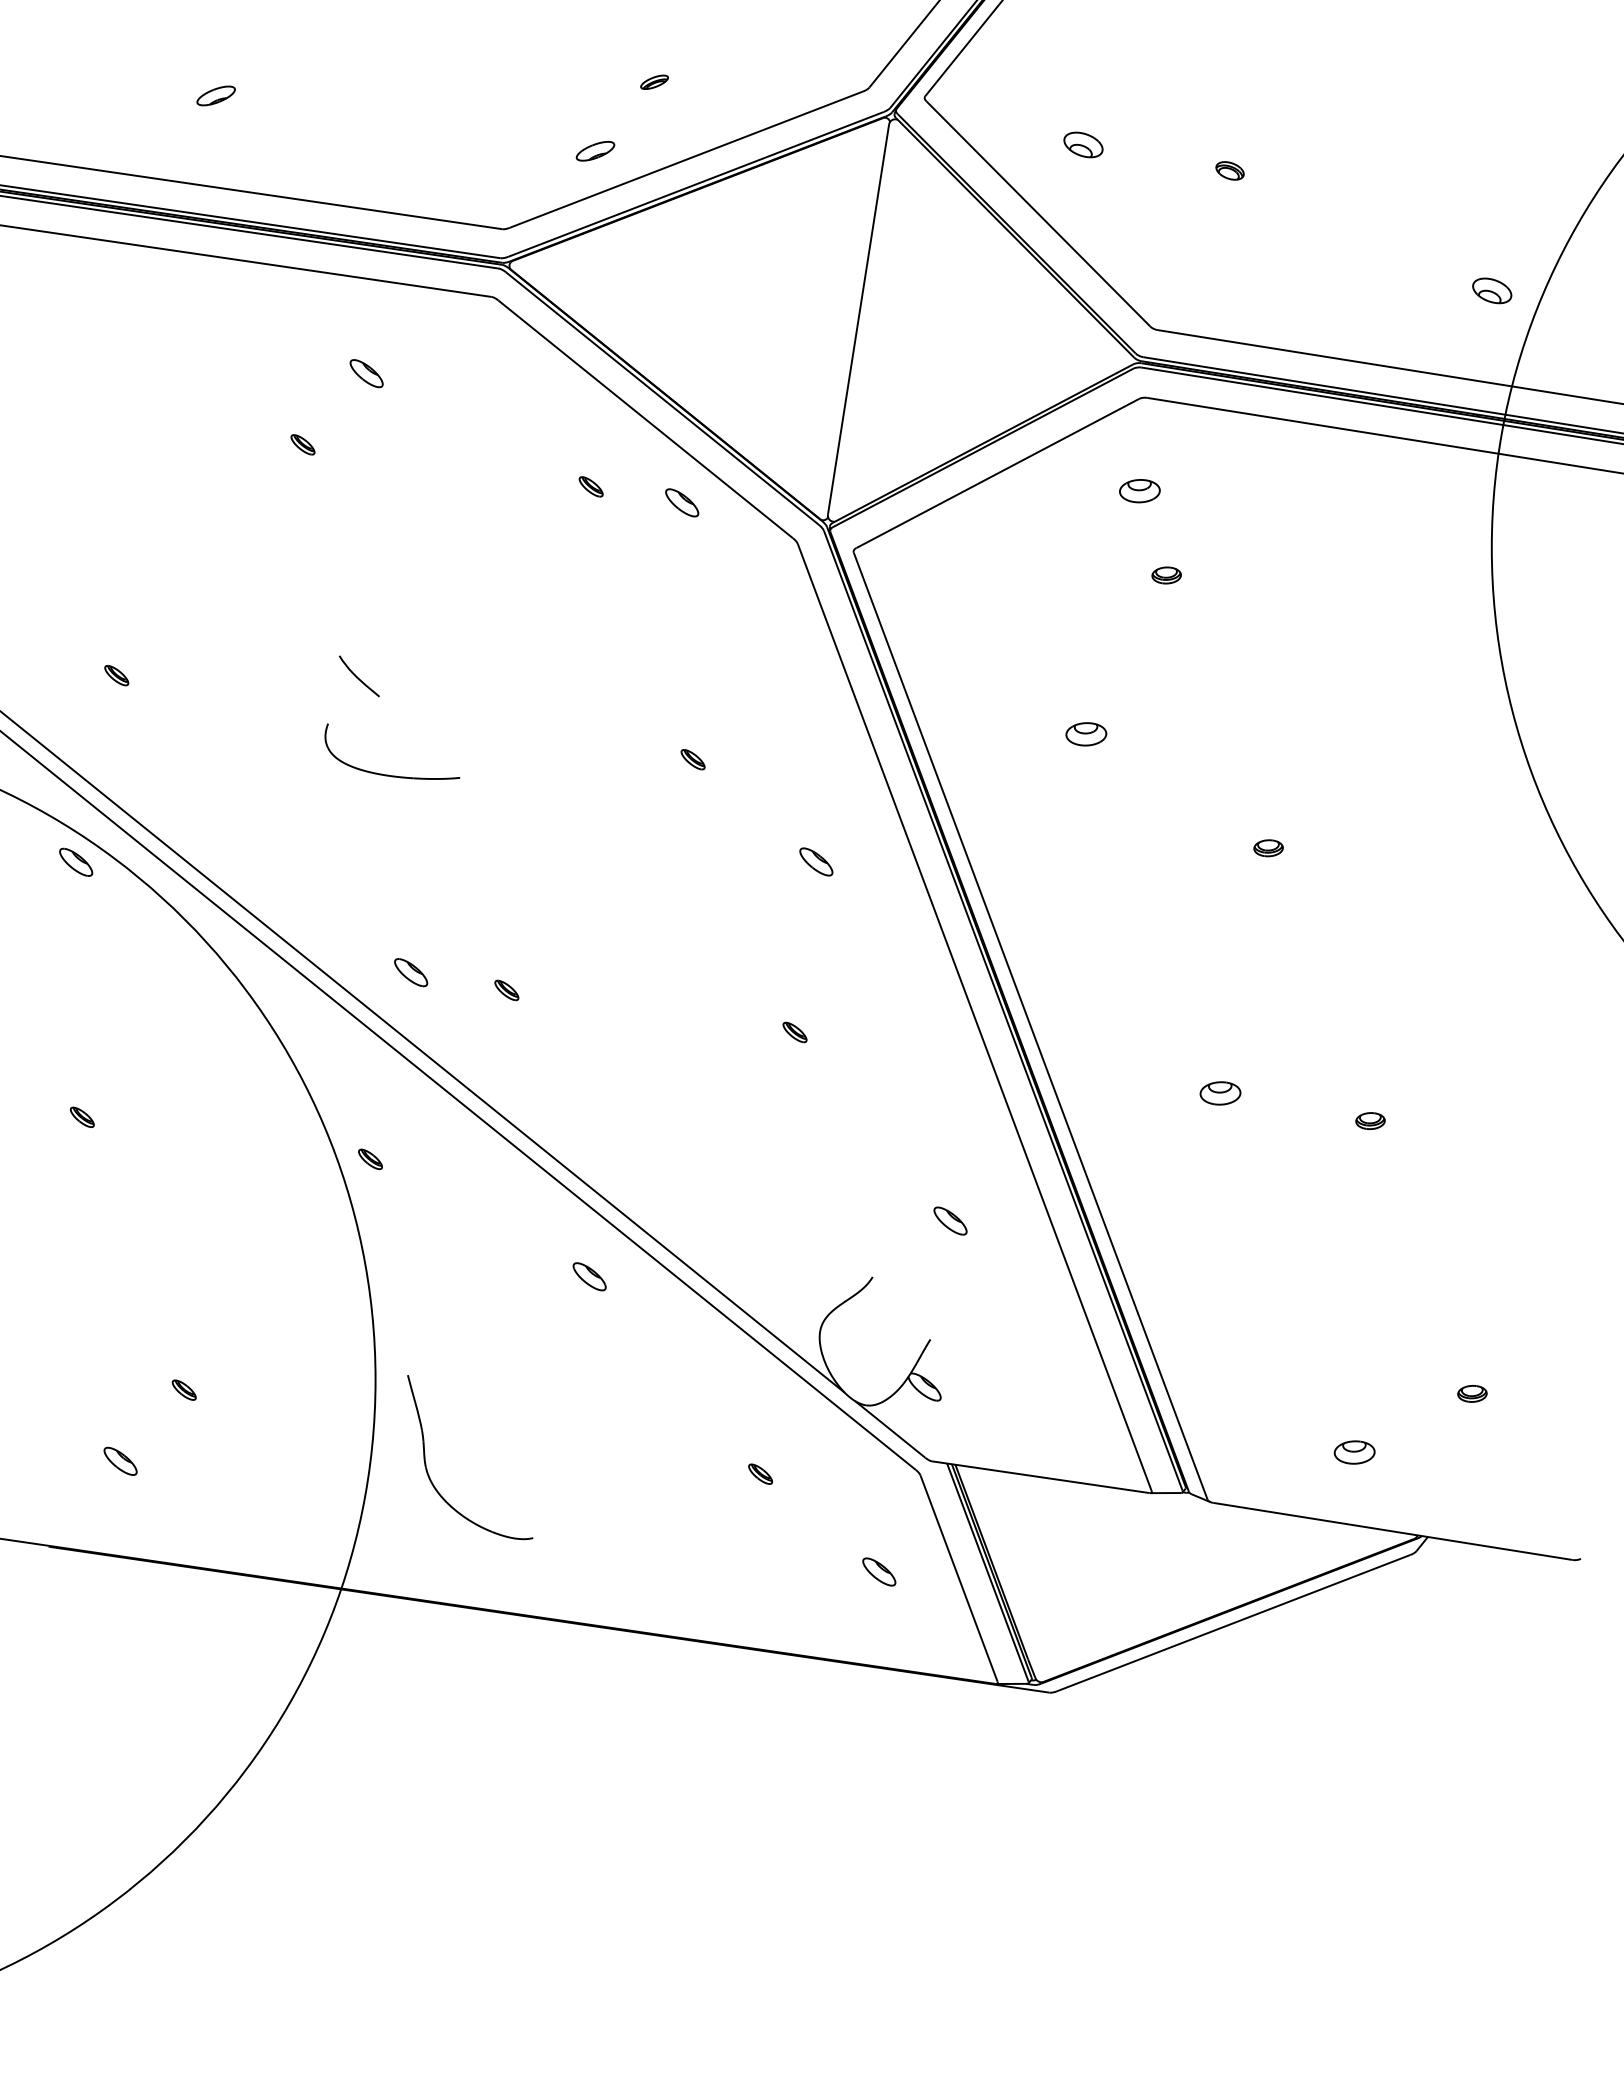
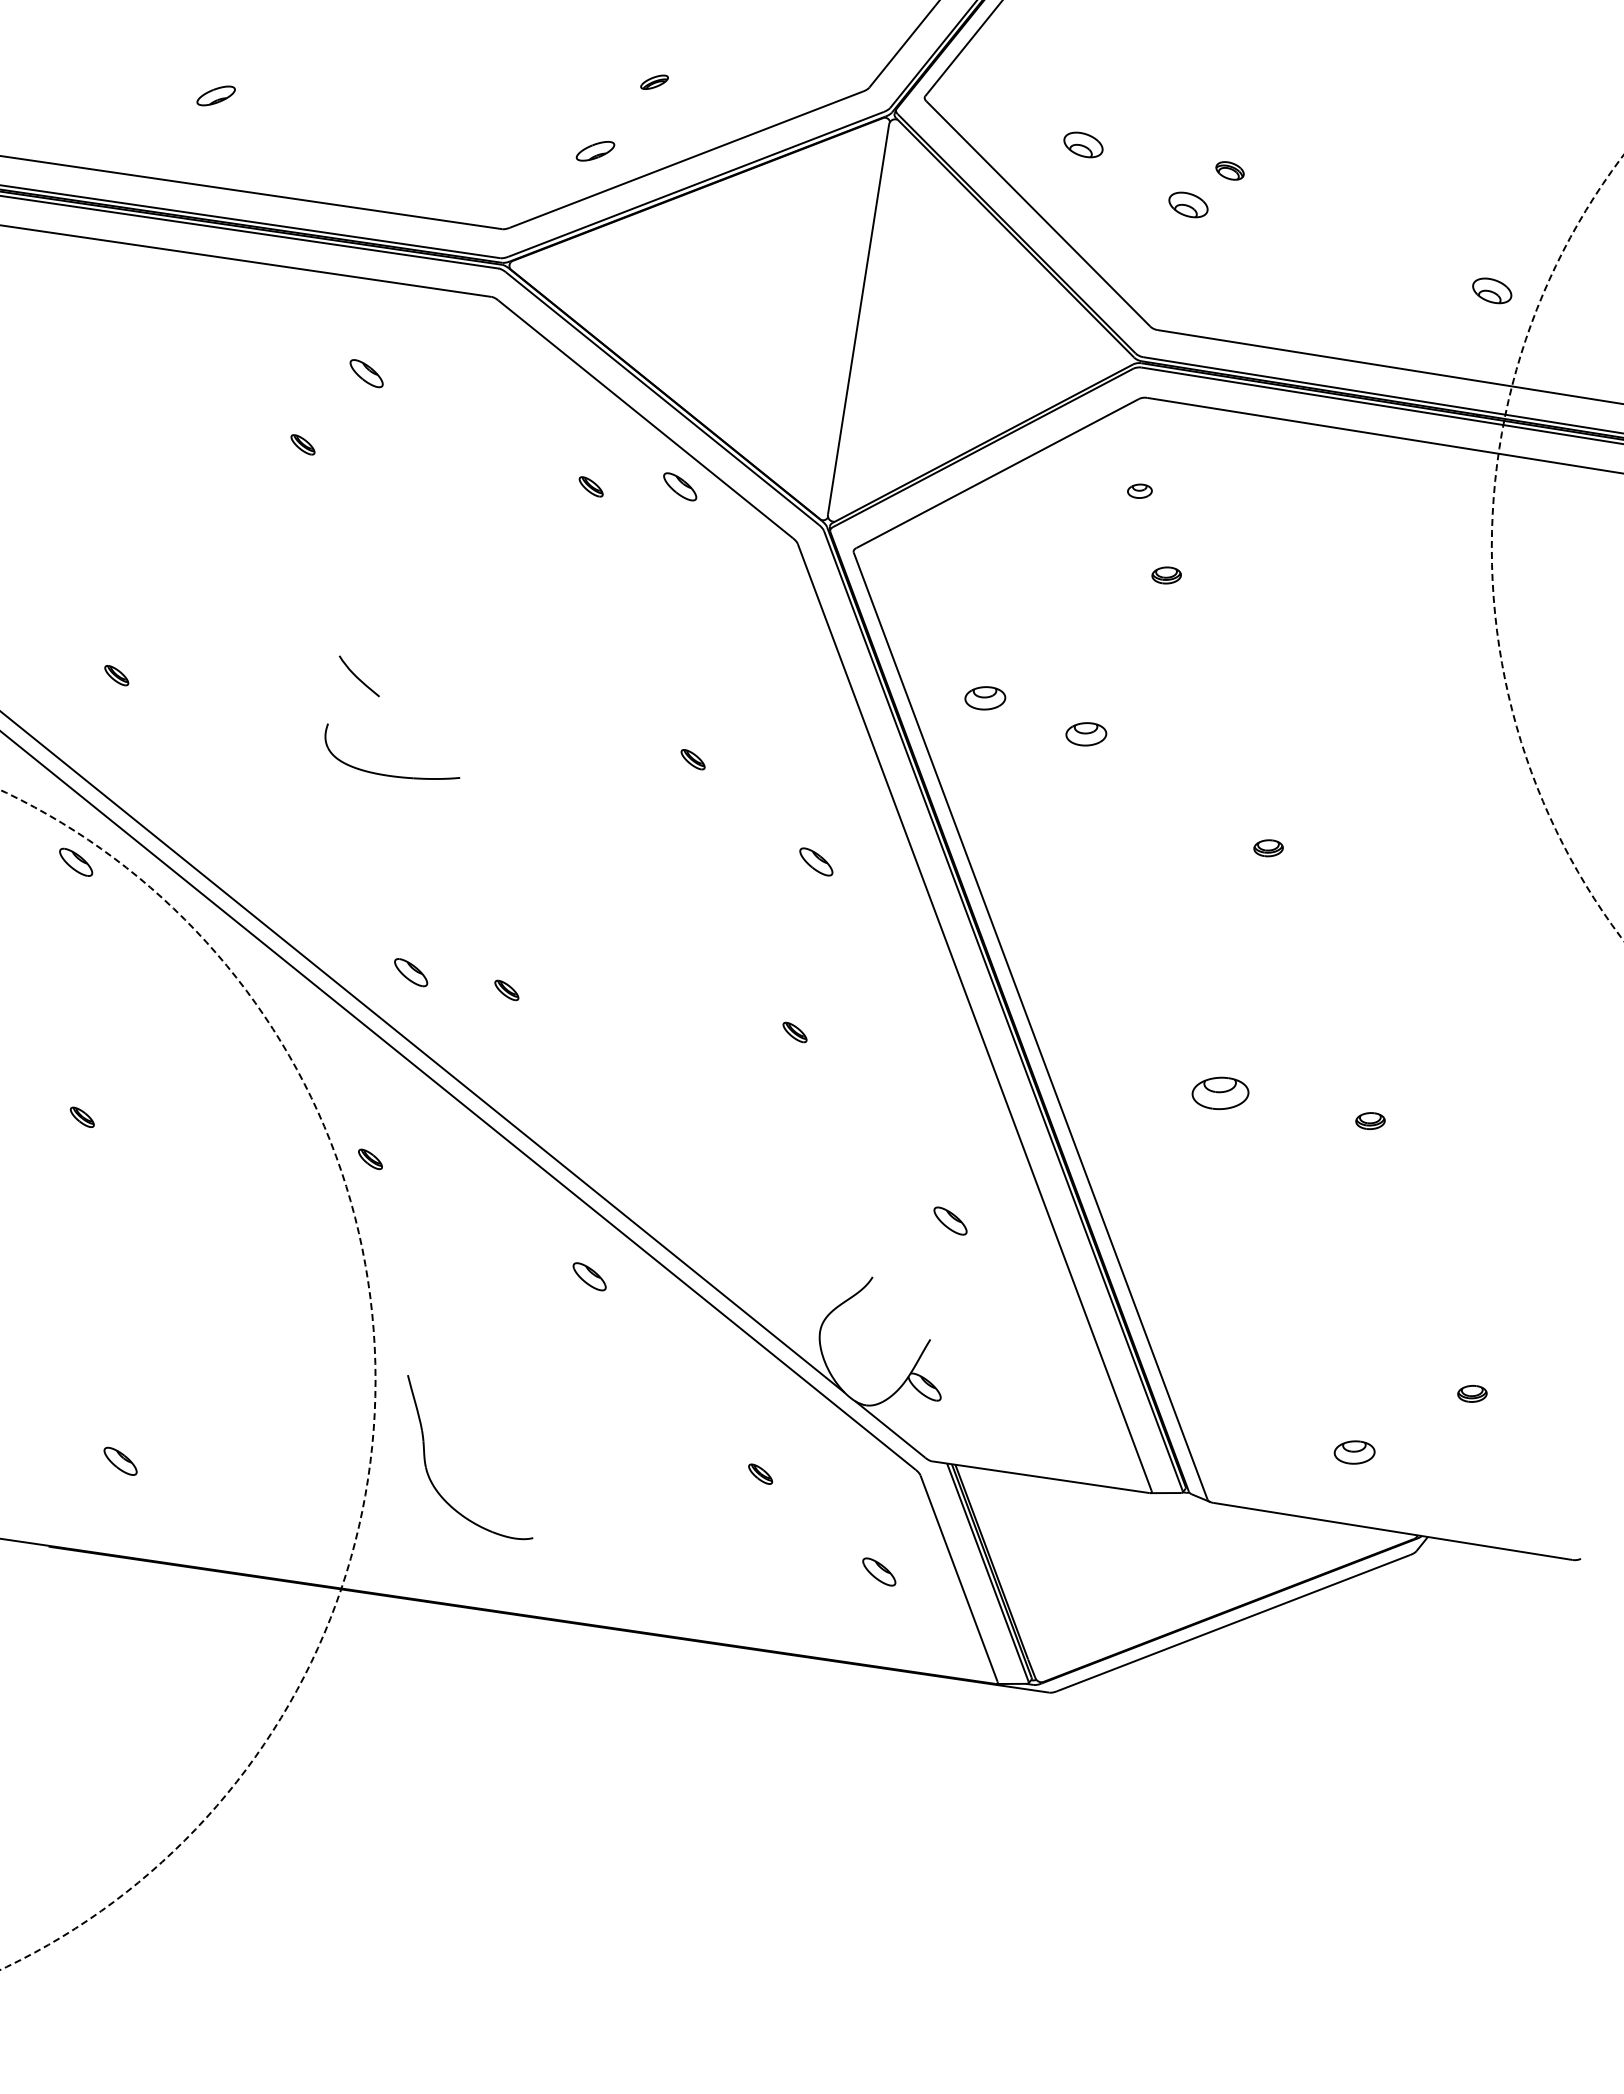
part at (1188, 204): none -> present
part at (1139, 491) size: 42x25 px -> 26x16 px
part at (682, 502) position: (682, 502) -> (680, 486)
circle at (1557, 547): solid -> dashed
part at (985, 698): none -> present
part at (1220, 1093) size: 43x25 px -> 59x34 px
circle at (187, 1379): solid -> dashed
part at (183, 1389): present -> none
